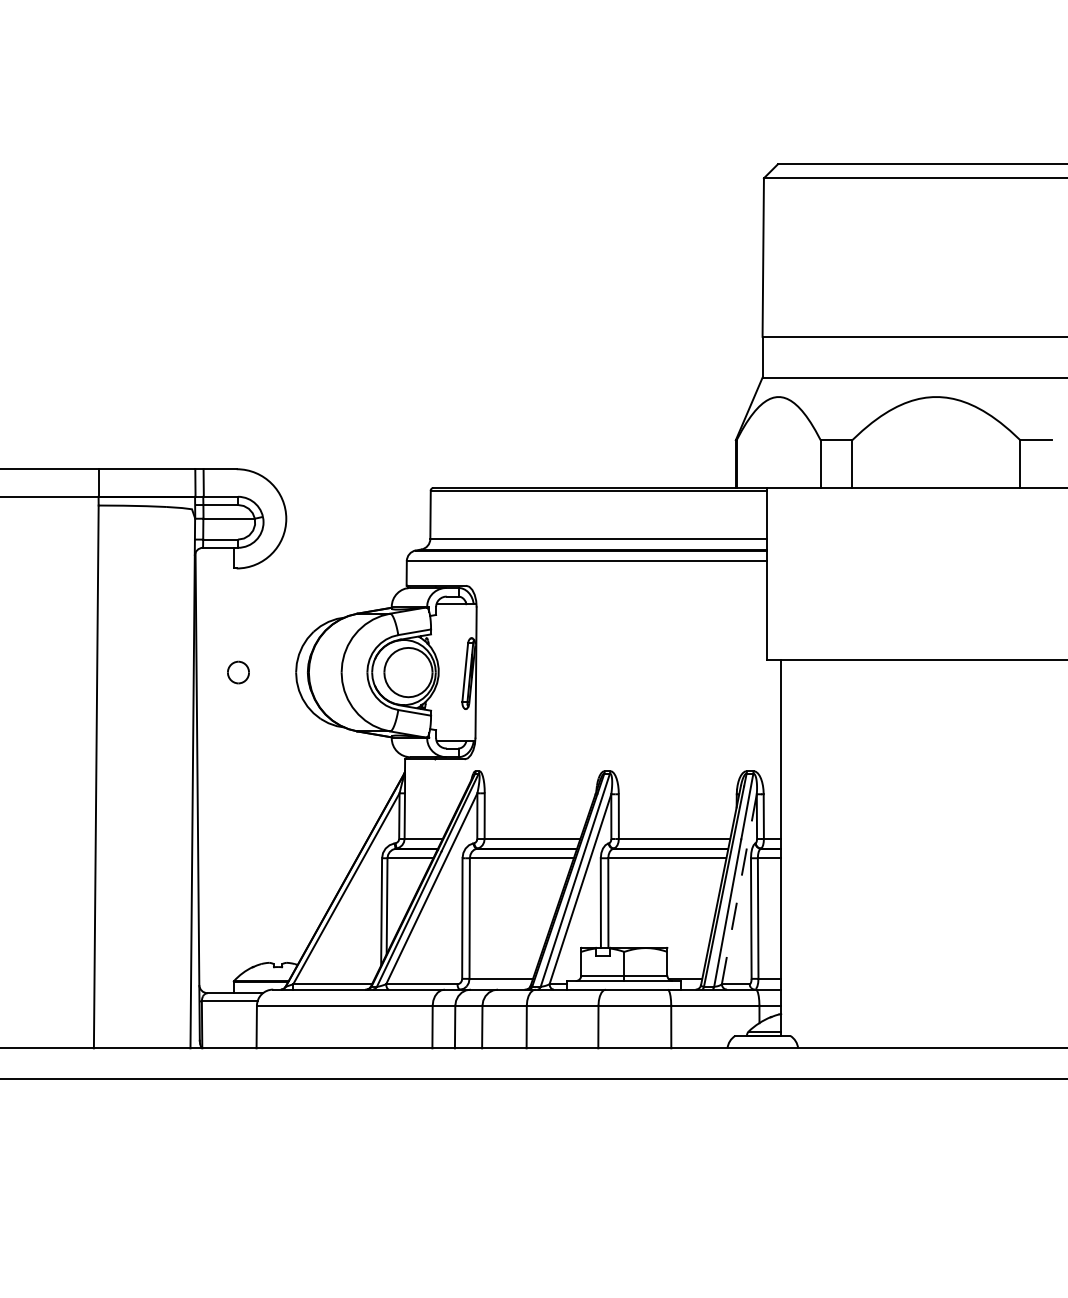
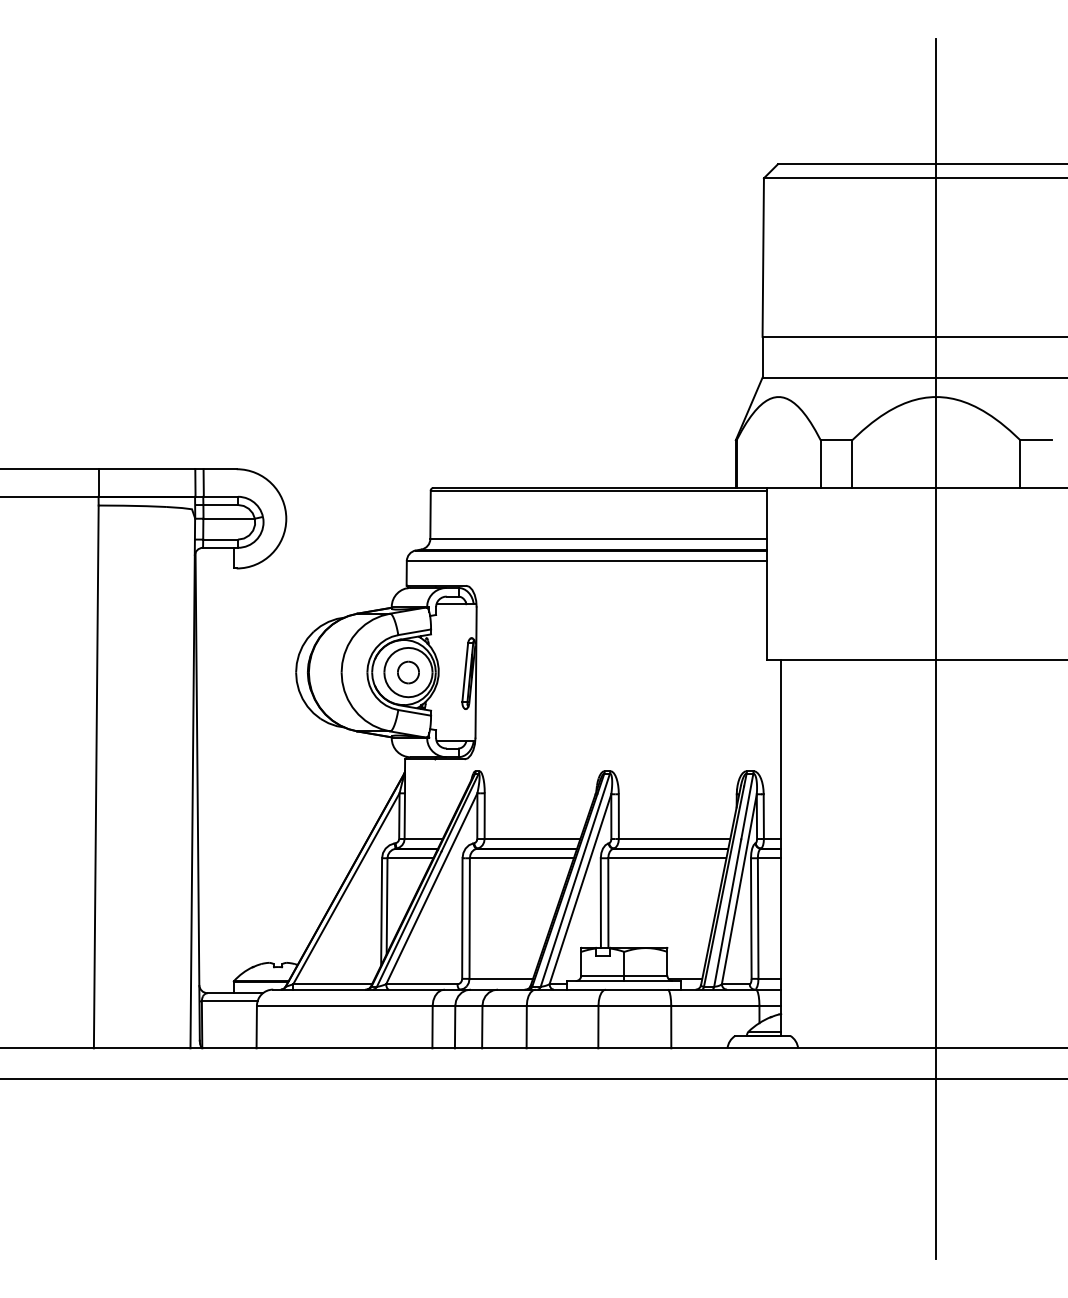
line at (936, 648): none -> present
part at (238, 672) position: (238, 672) -> (408, 672)
line at (739, 889): dashed -> solid
